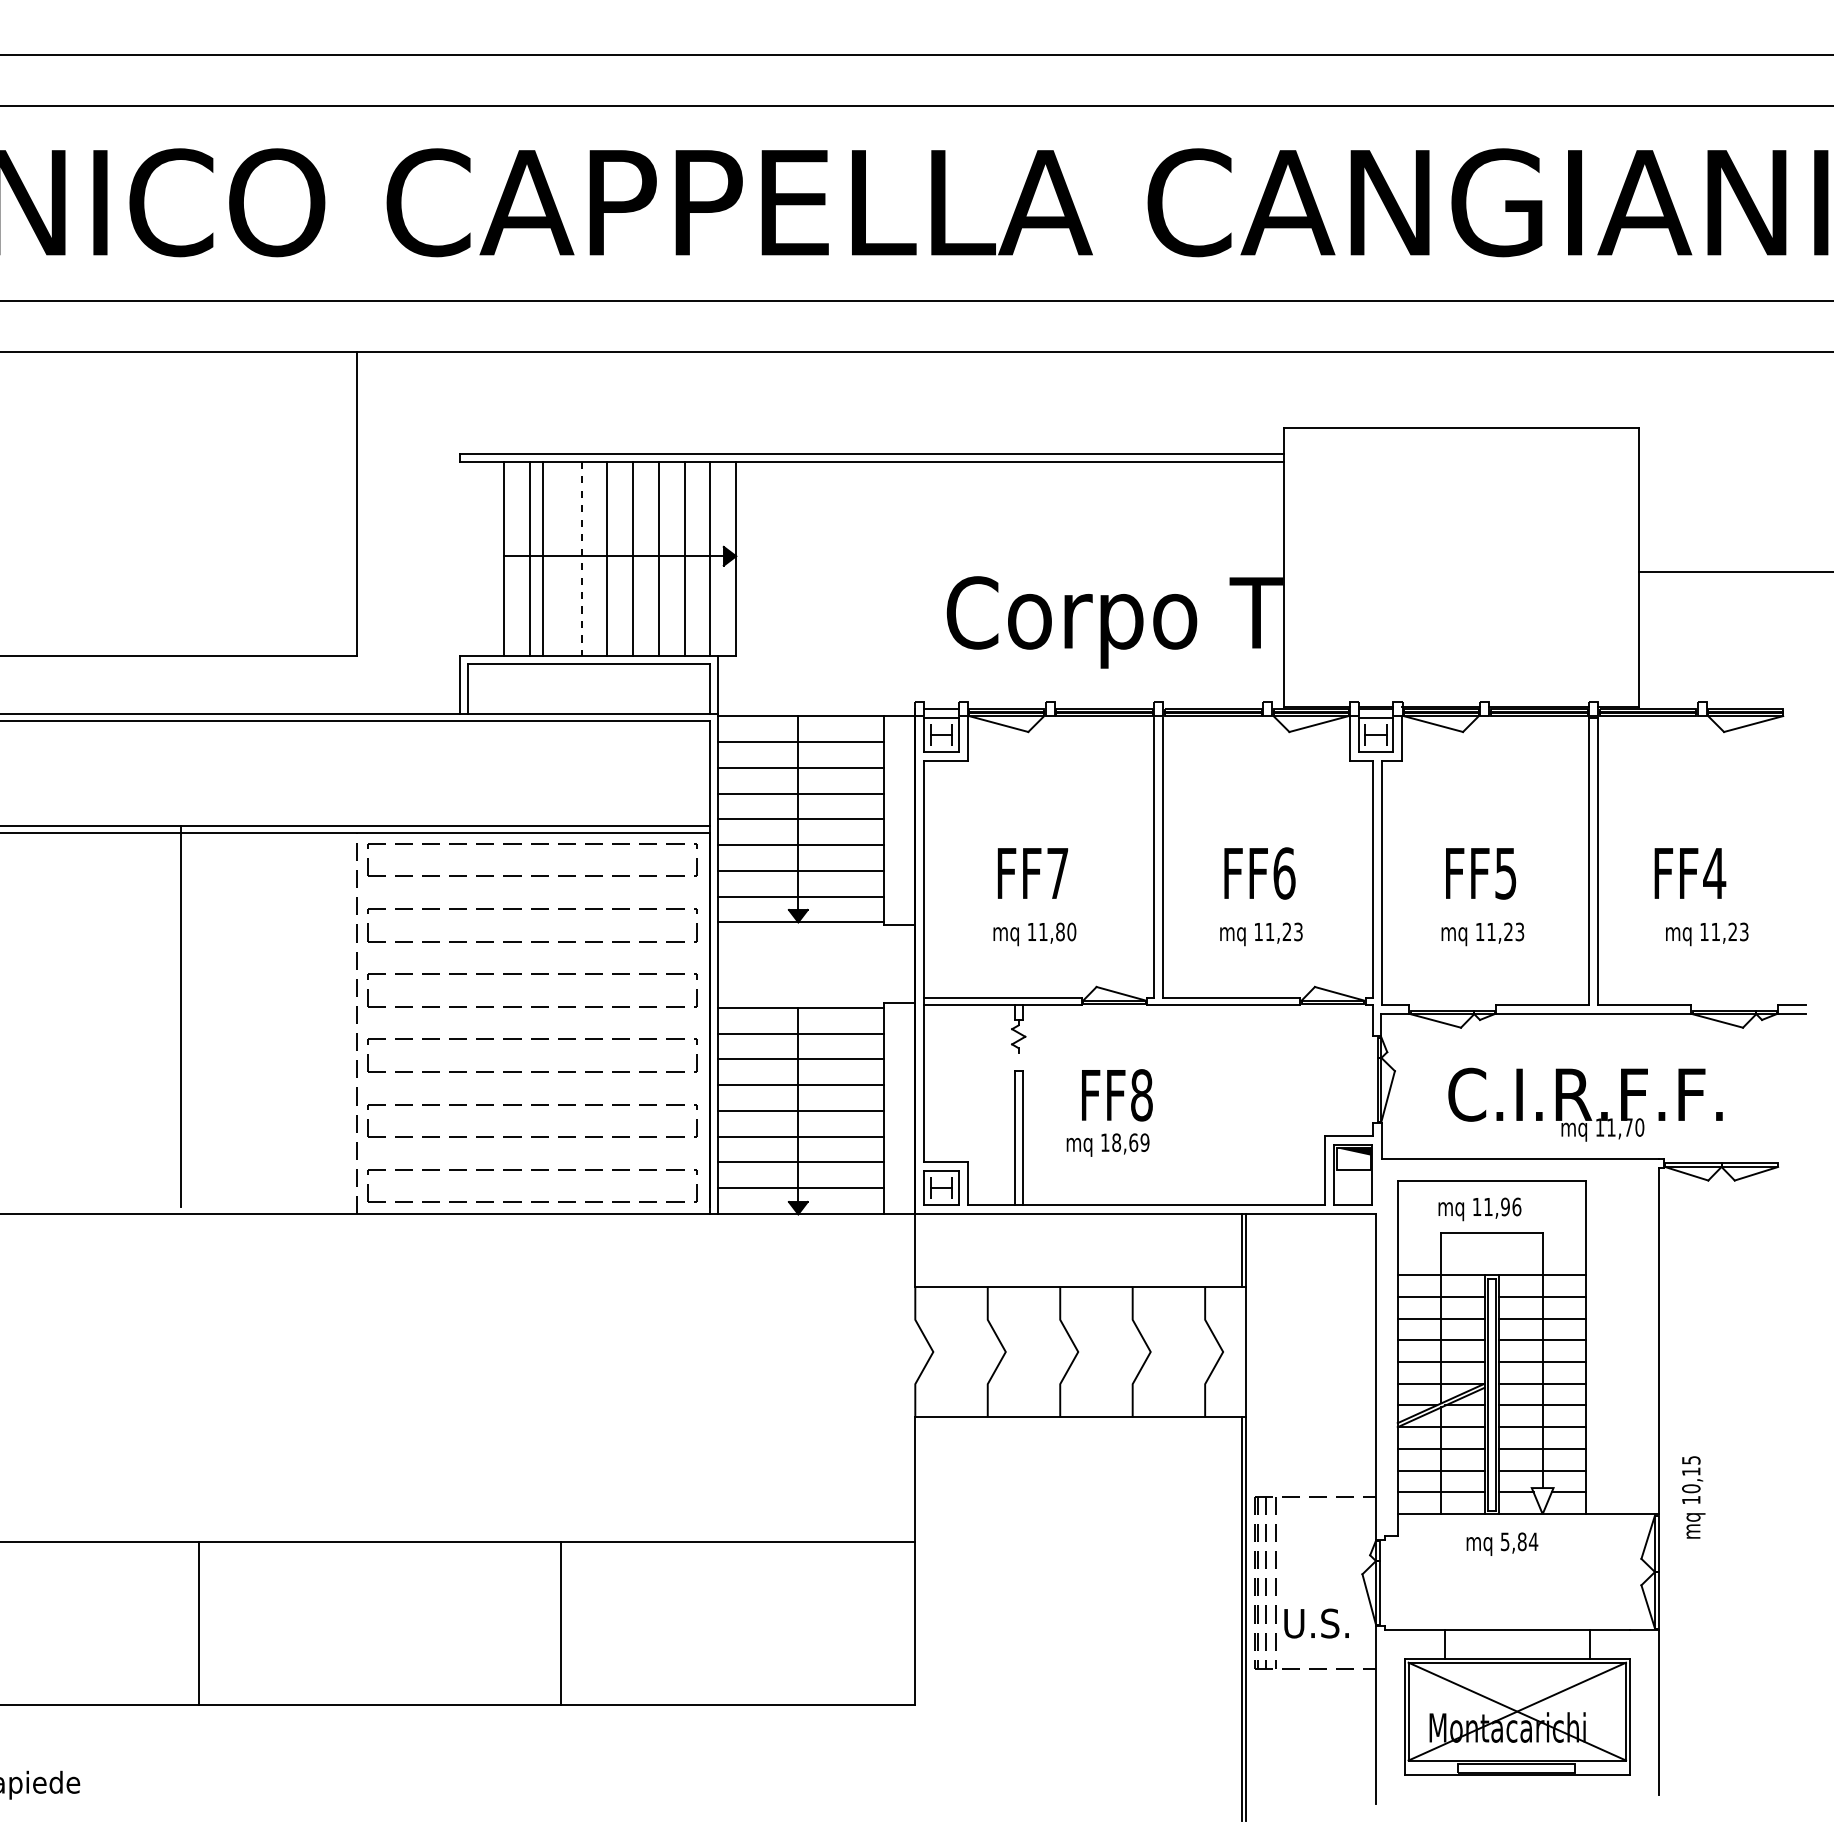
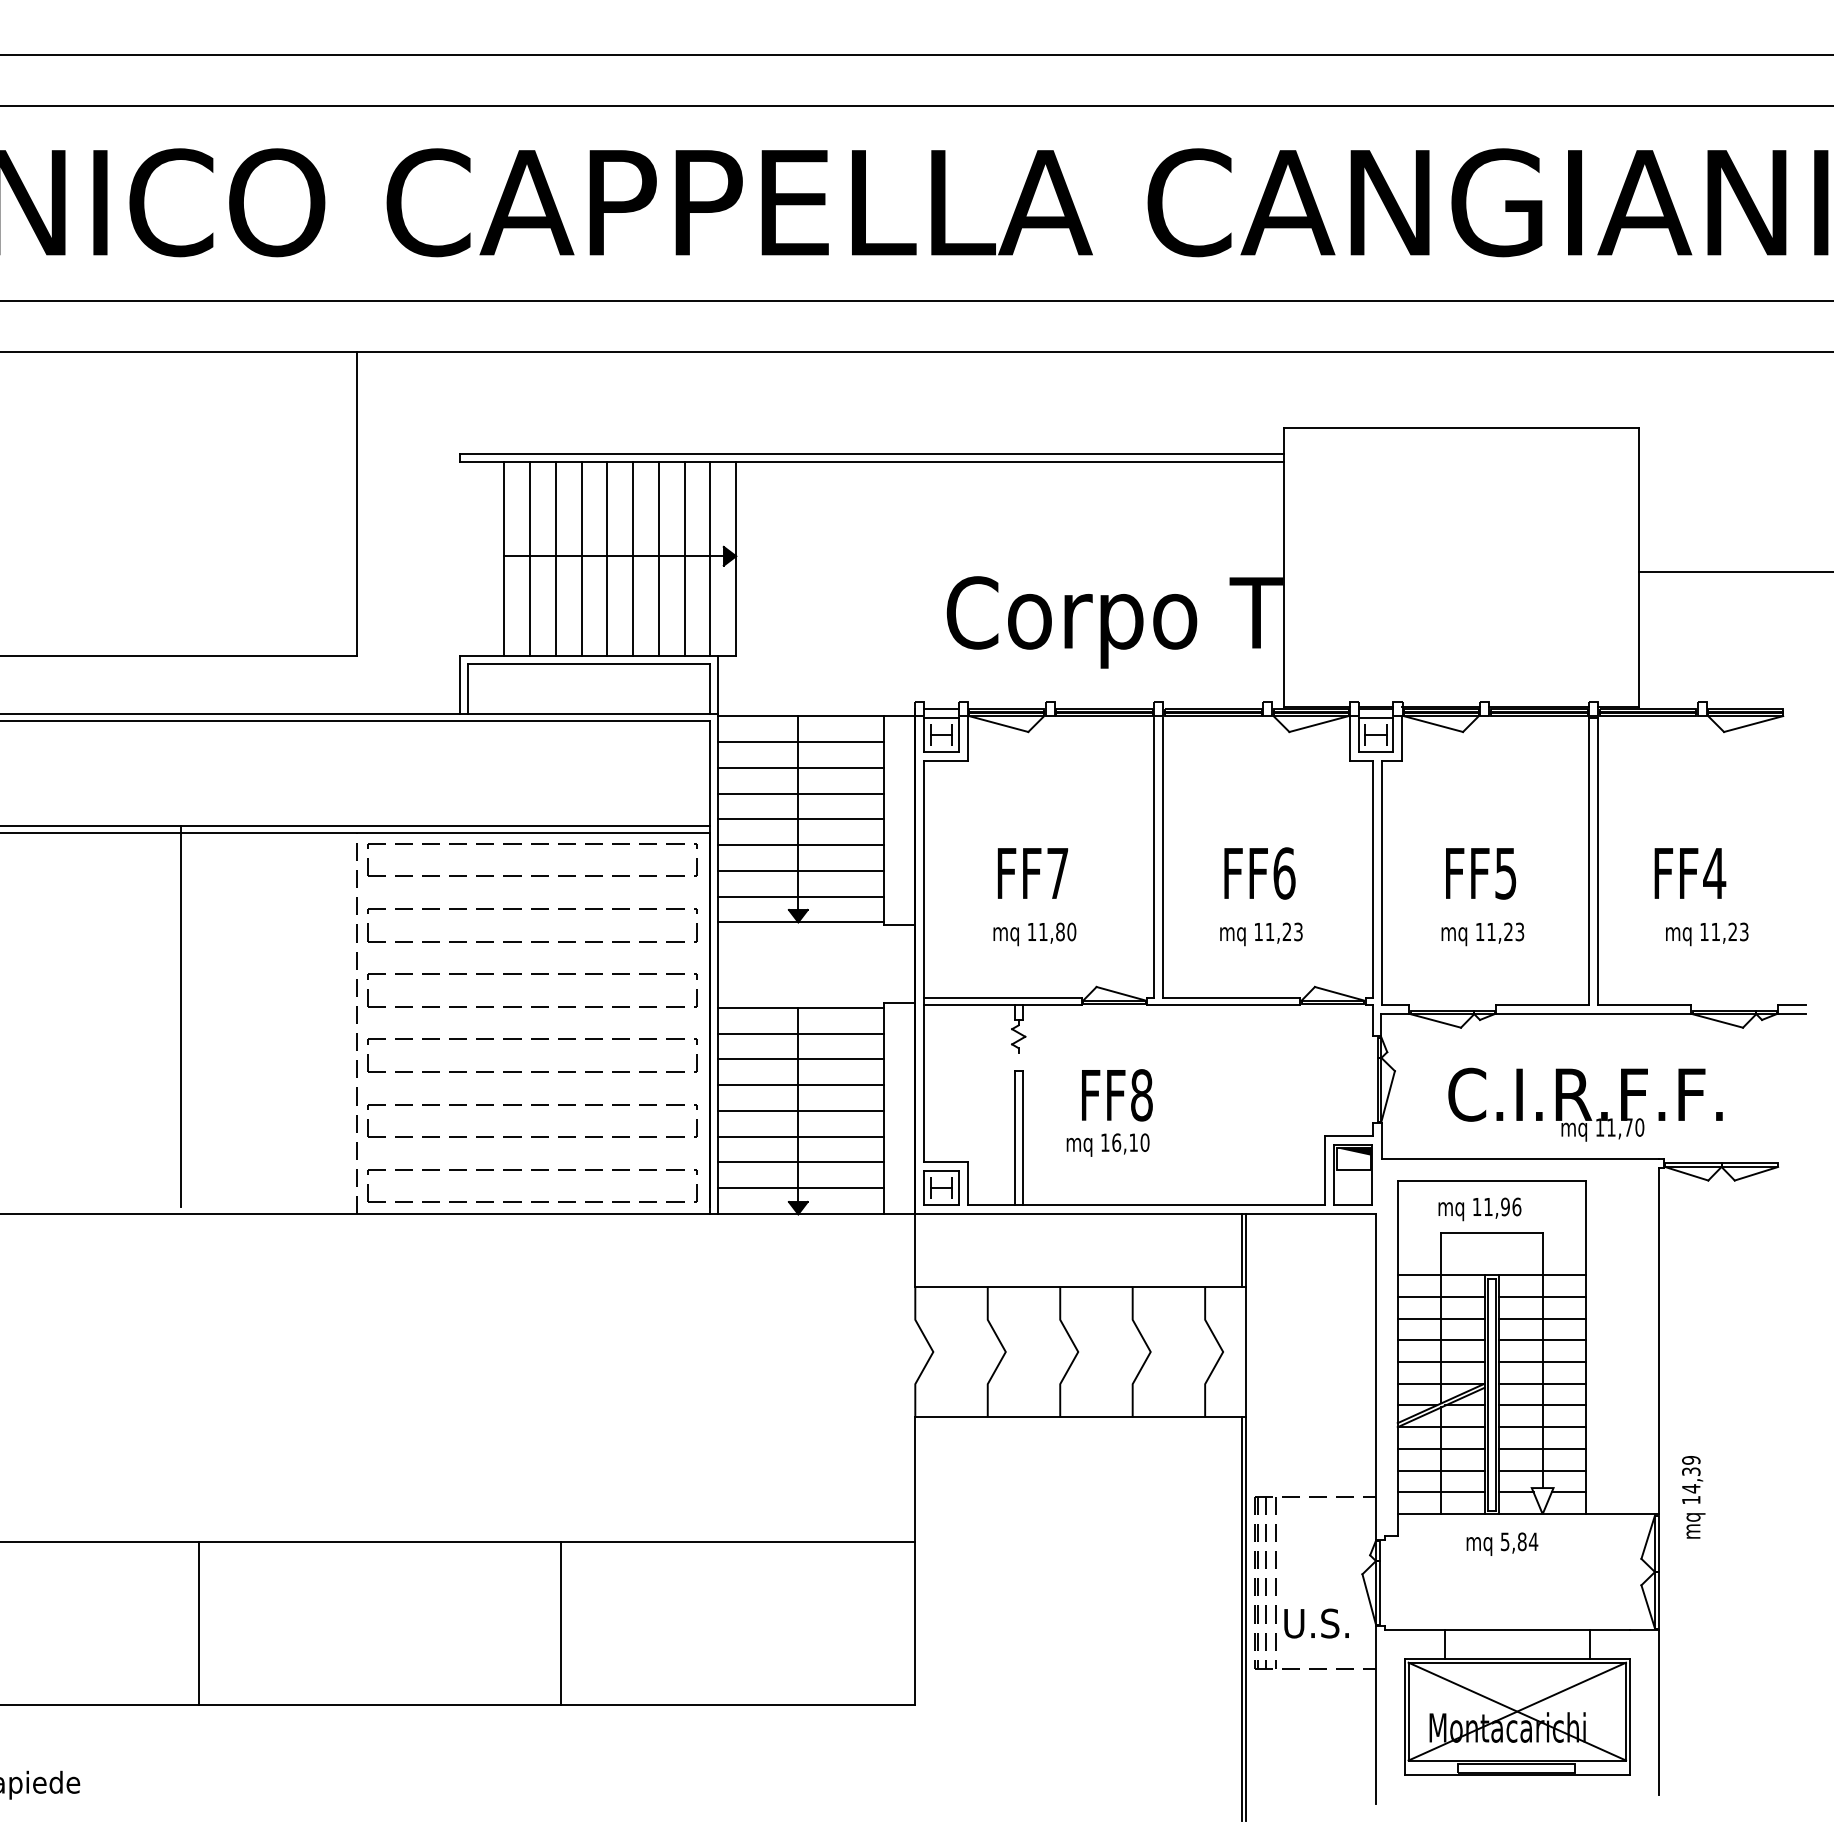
line at (542, 558) position: (542, 558) -> (555, 558)
line at (581, 559): dashed -> solid
text at (1130, 1142): 18,69 -> 16,10
text at (1691, 1474): 10,15 -> 14,39
